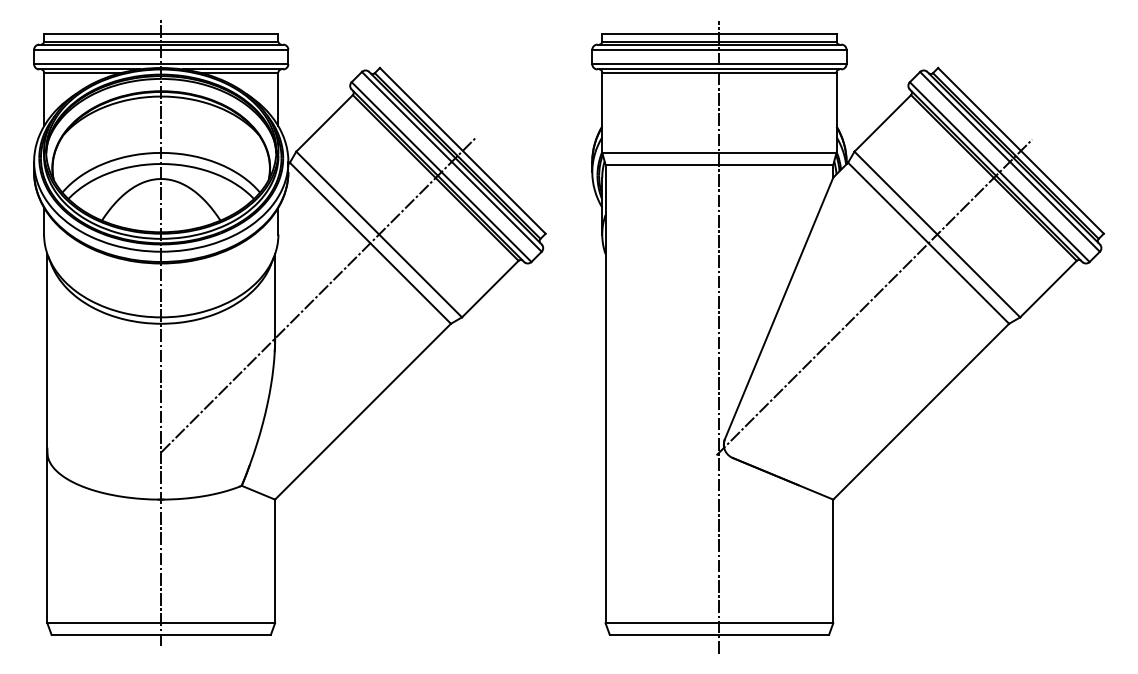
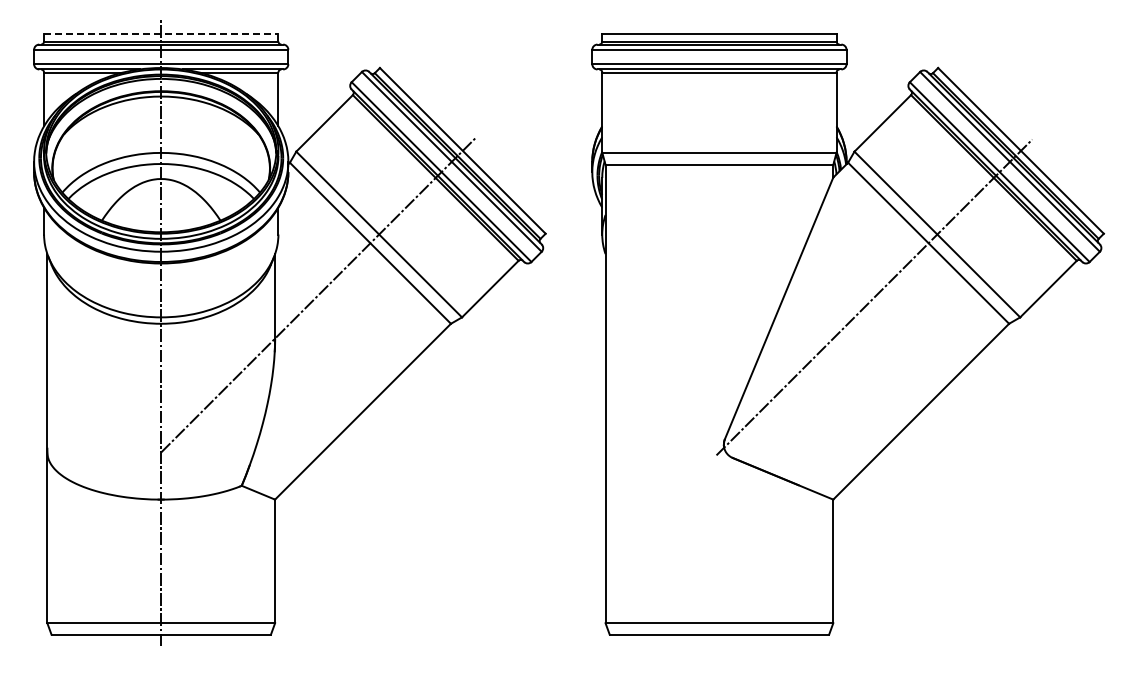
line at (161, 34): solid -> dashed
line at (719, 337): present -> none
